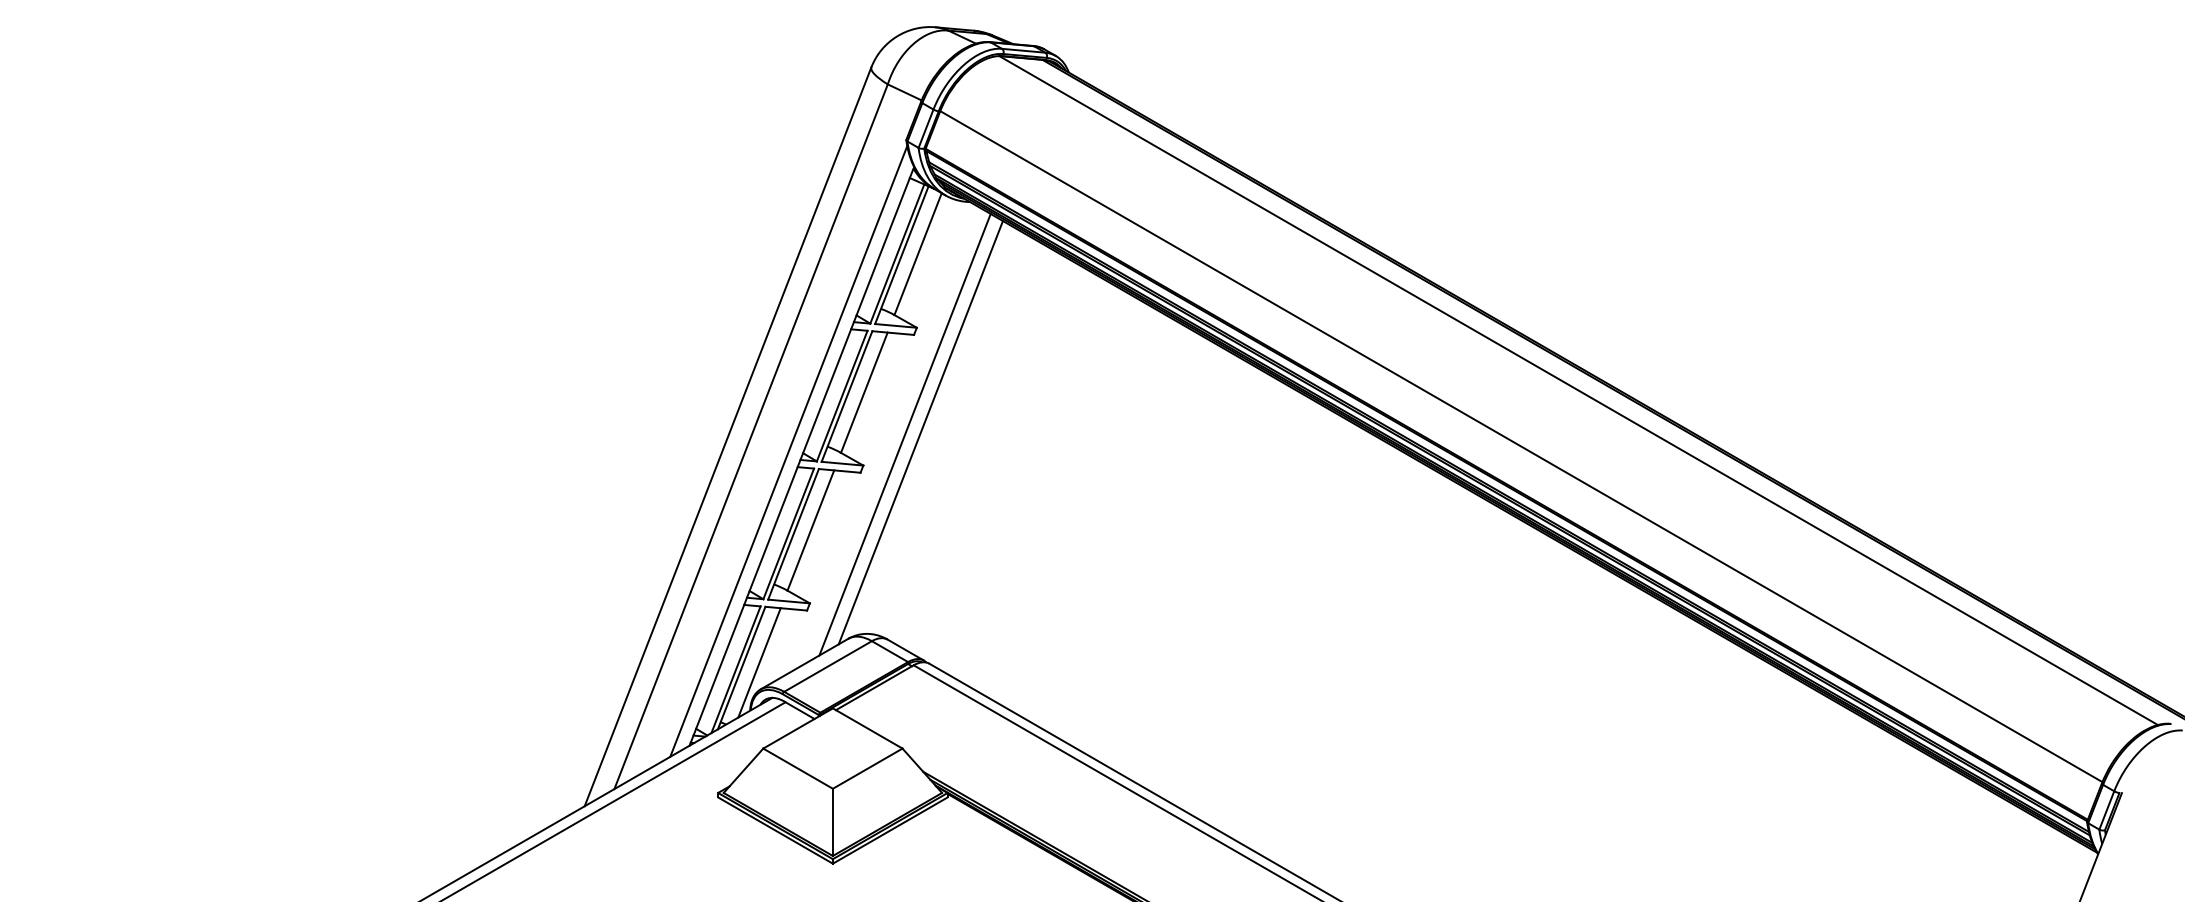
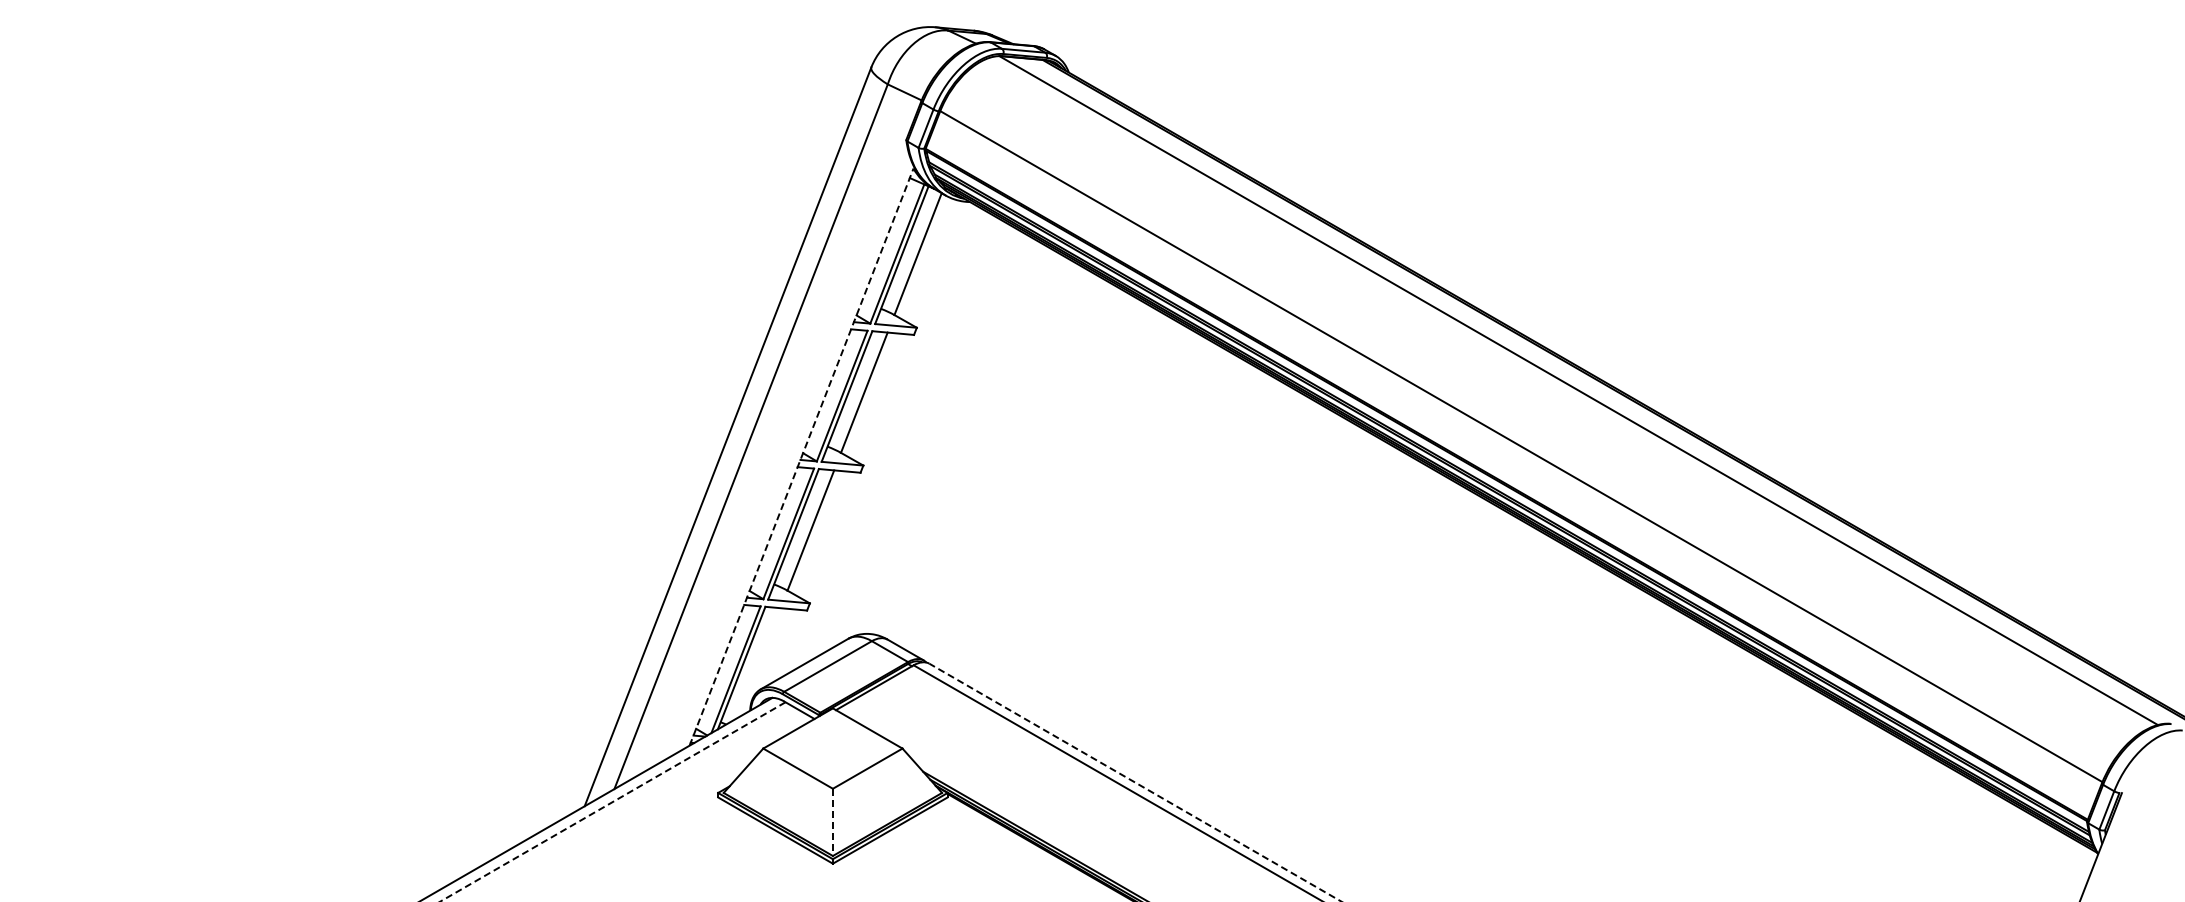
line at (920, 432): present -> none
line at (904, 434): present -> none
line at (788, 451): present -> none
line at (801, 457): solid -> dashed
line at (759, 662): present -> none
line at (1135, 782): solid -> dashed
line at (612, 802): solid -> dashed
line at (832, 822): solid -> dashed
